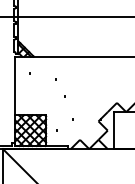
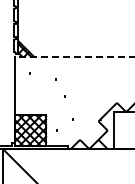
line at (66, 16): present -> none
line at (75, 56): solid -> dashed
